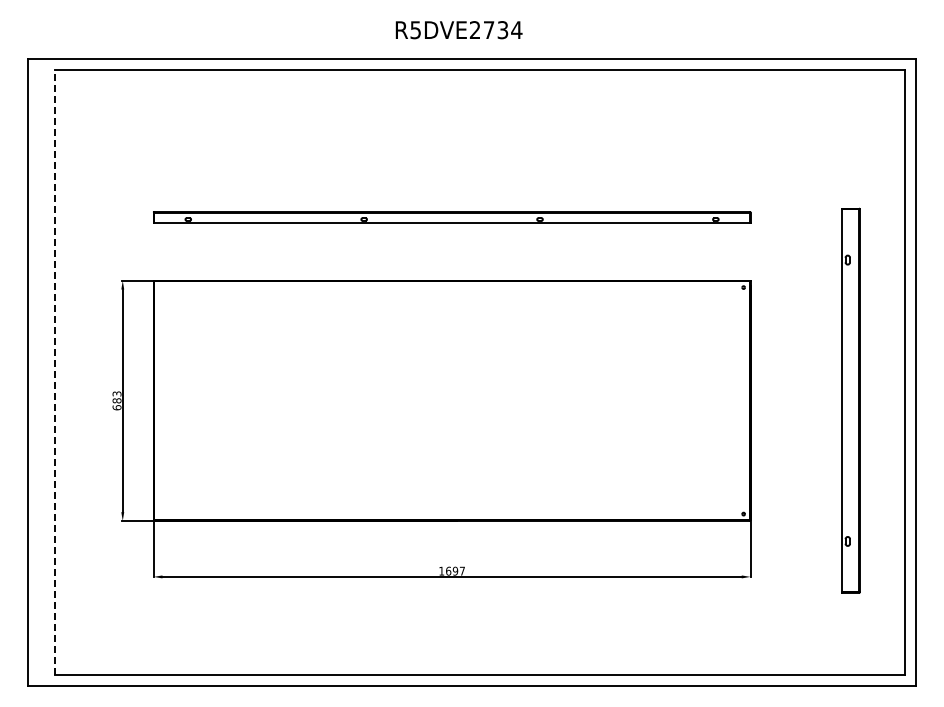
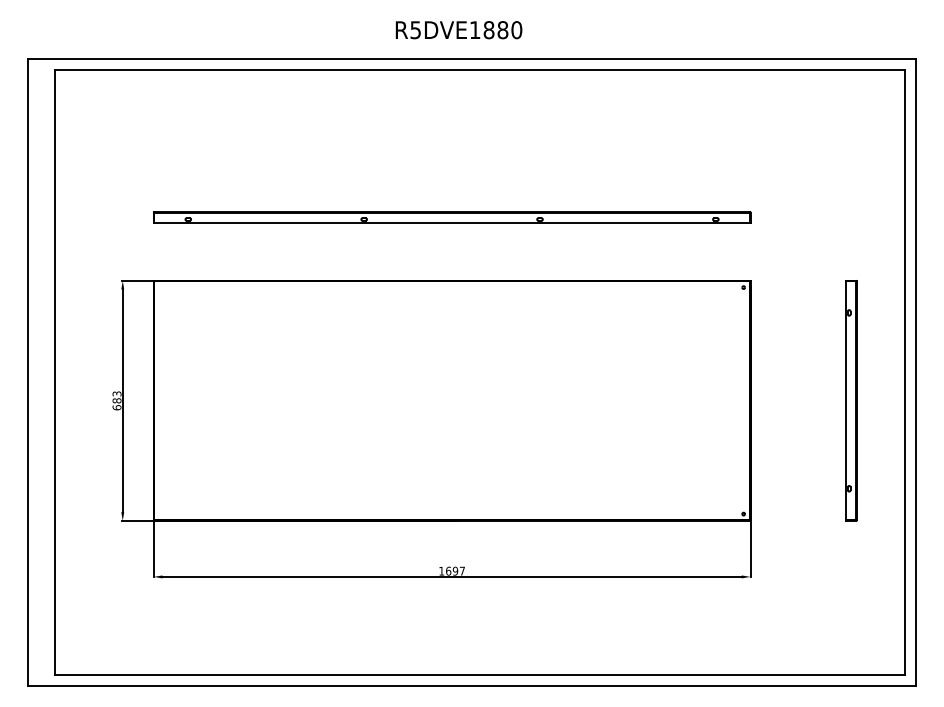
text at (495, 30): R5DVE2734 -> R5DVE1880
line at (54, 372): dashed -> solid
part at (850, 400) size: 20x387 px -> 13x242 px
